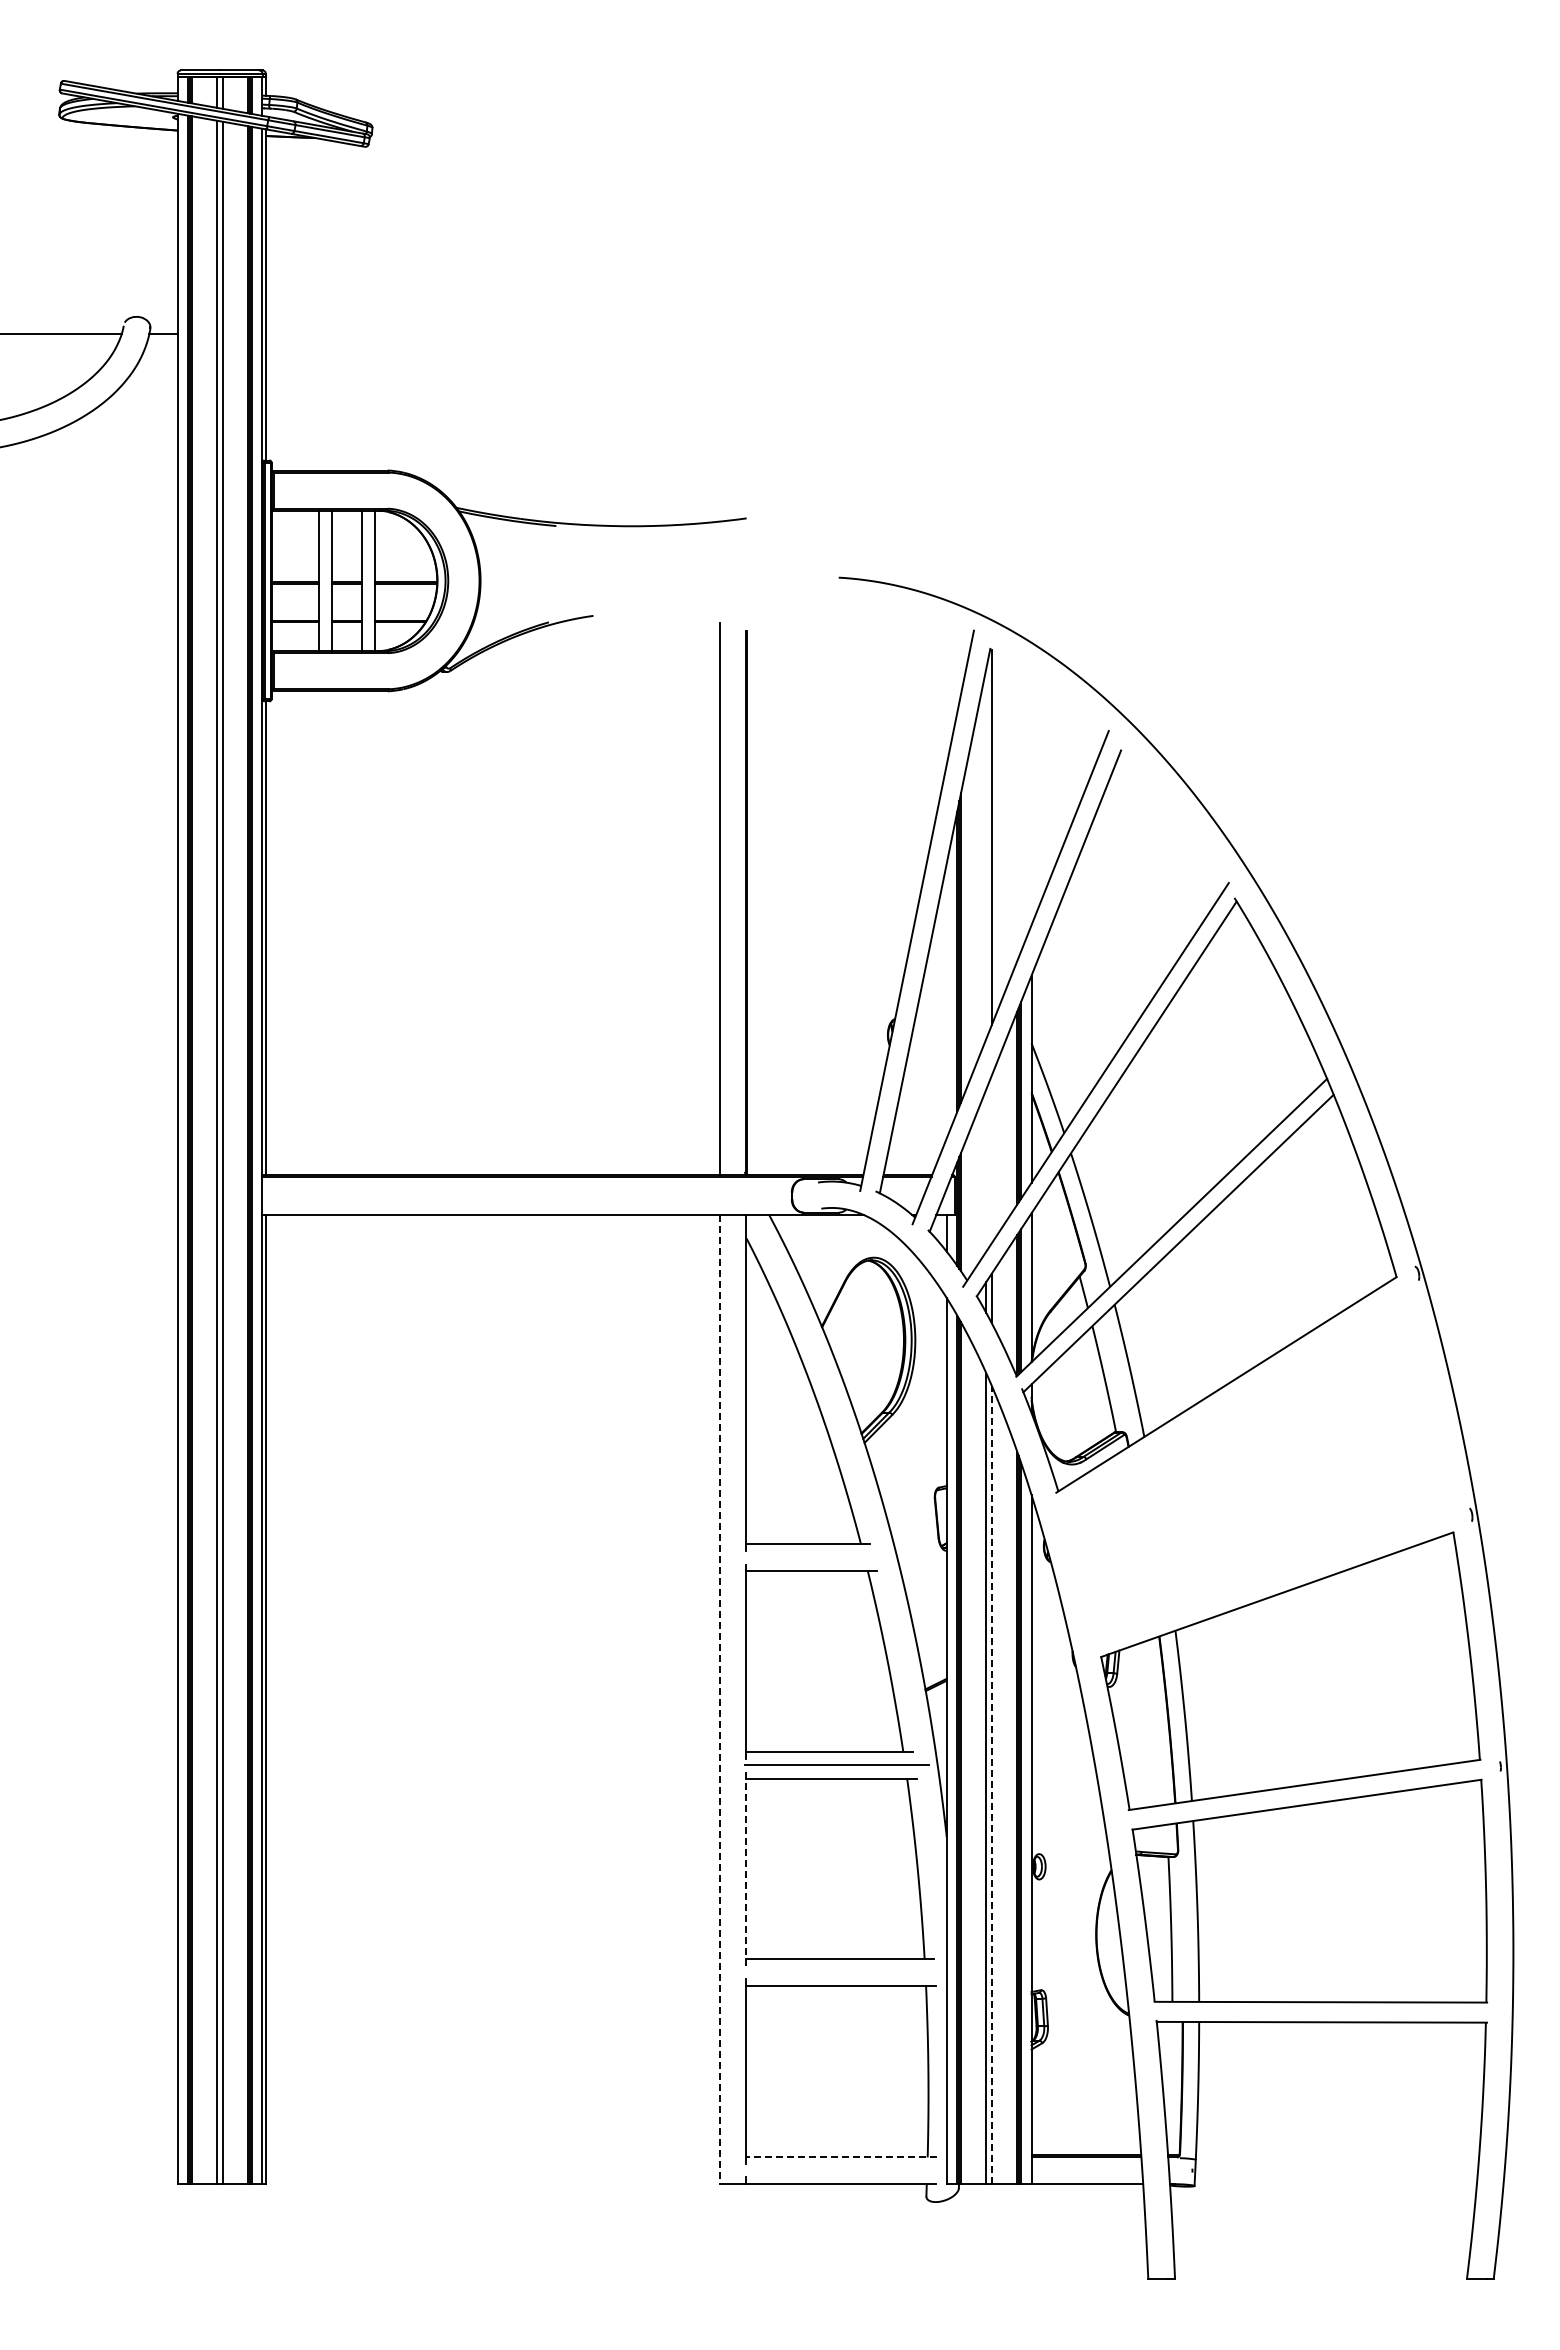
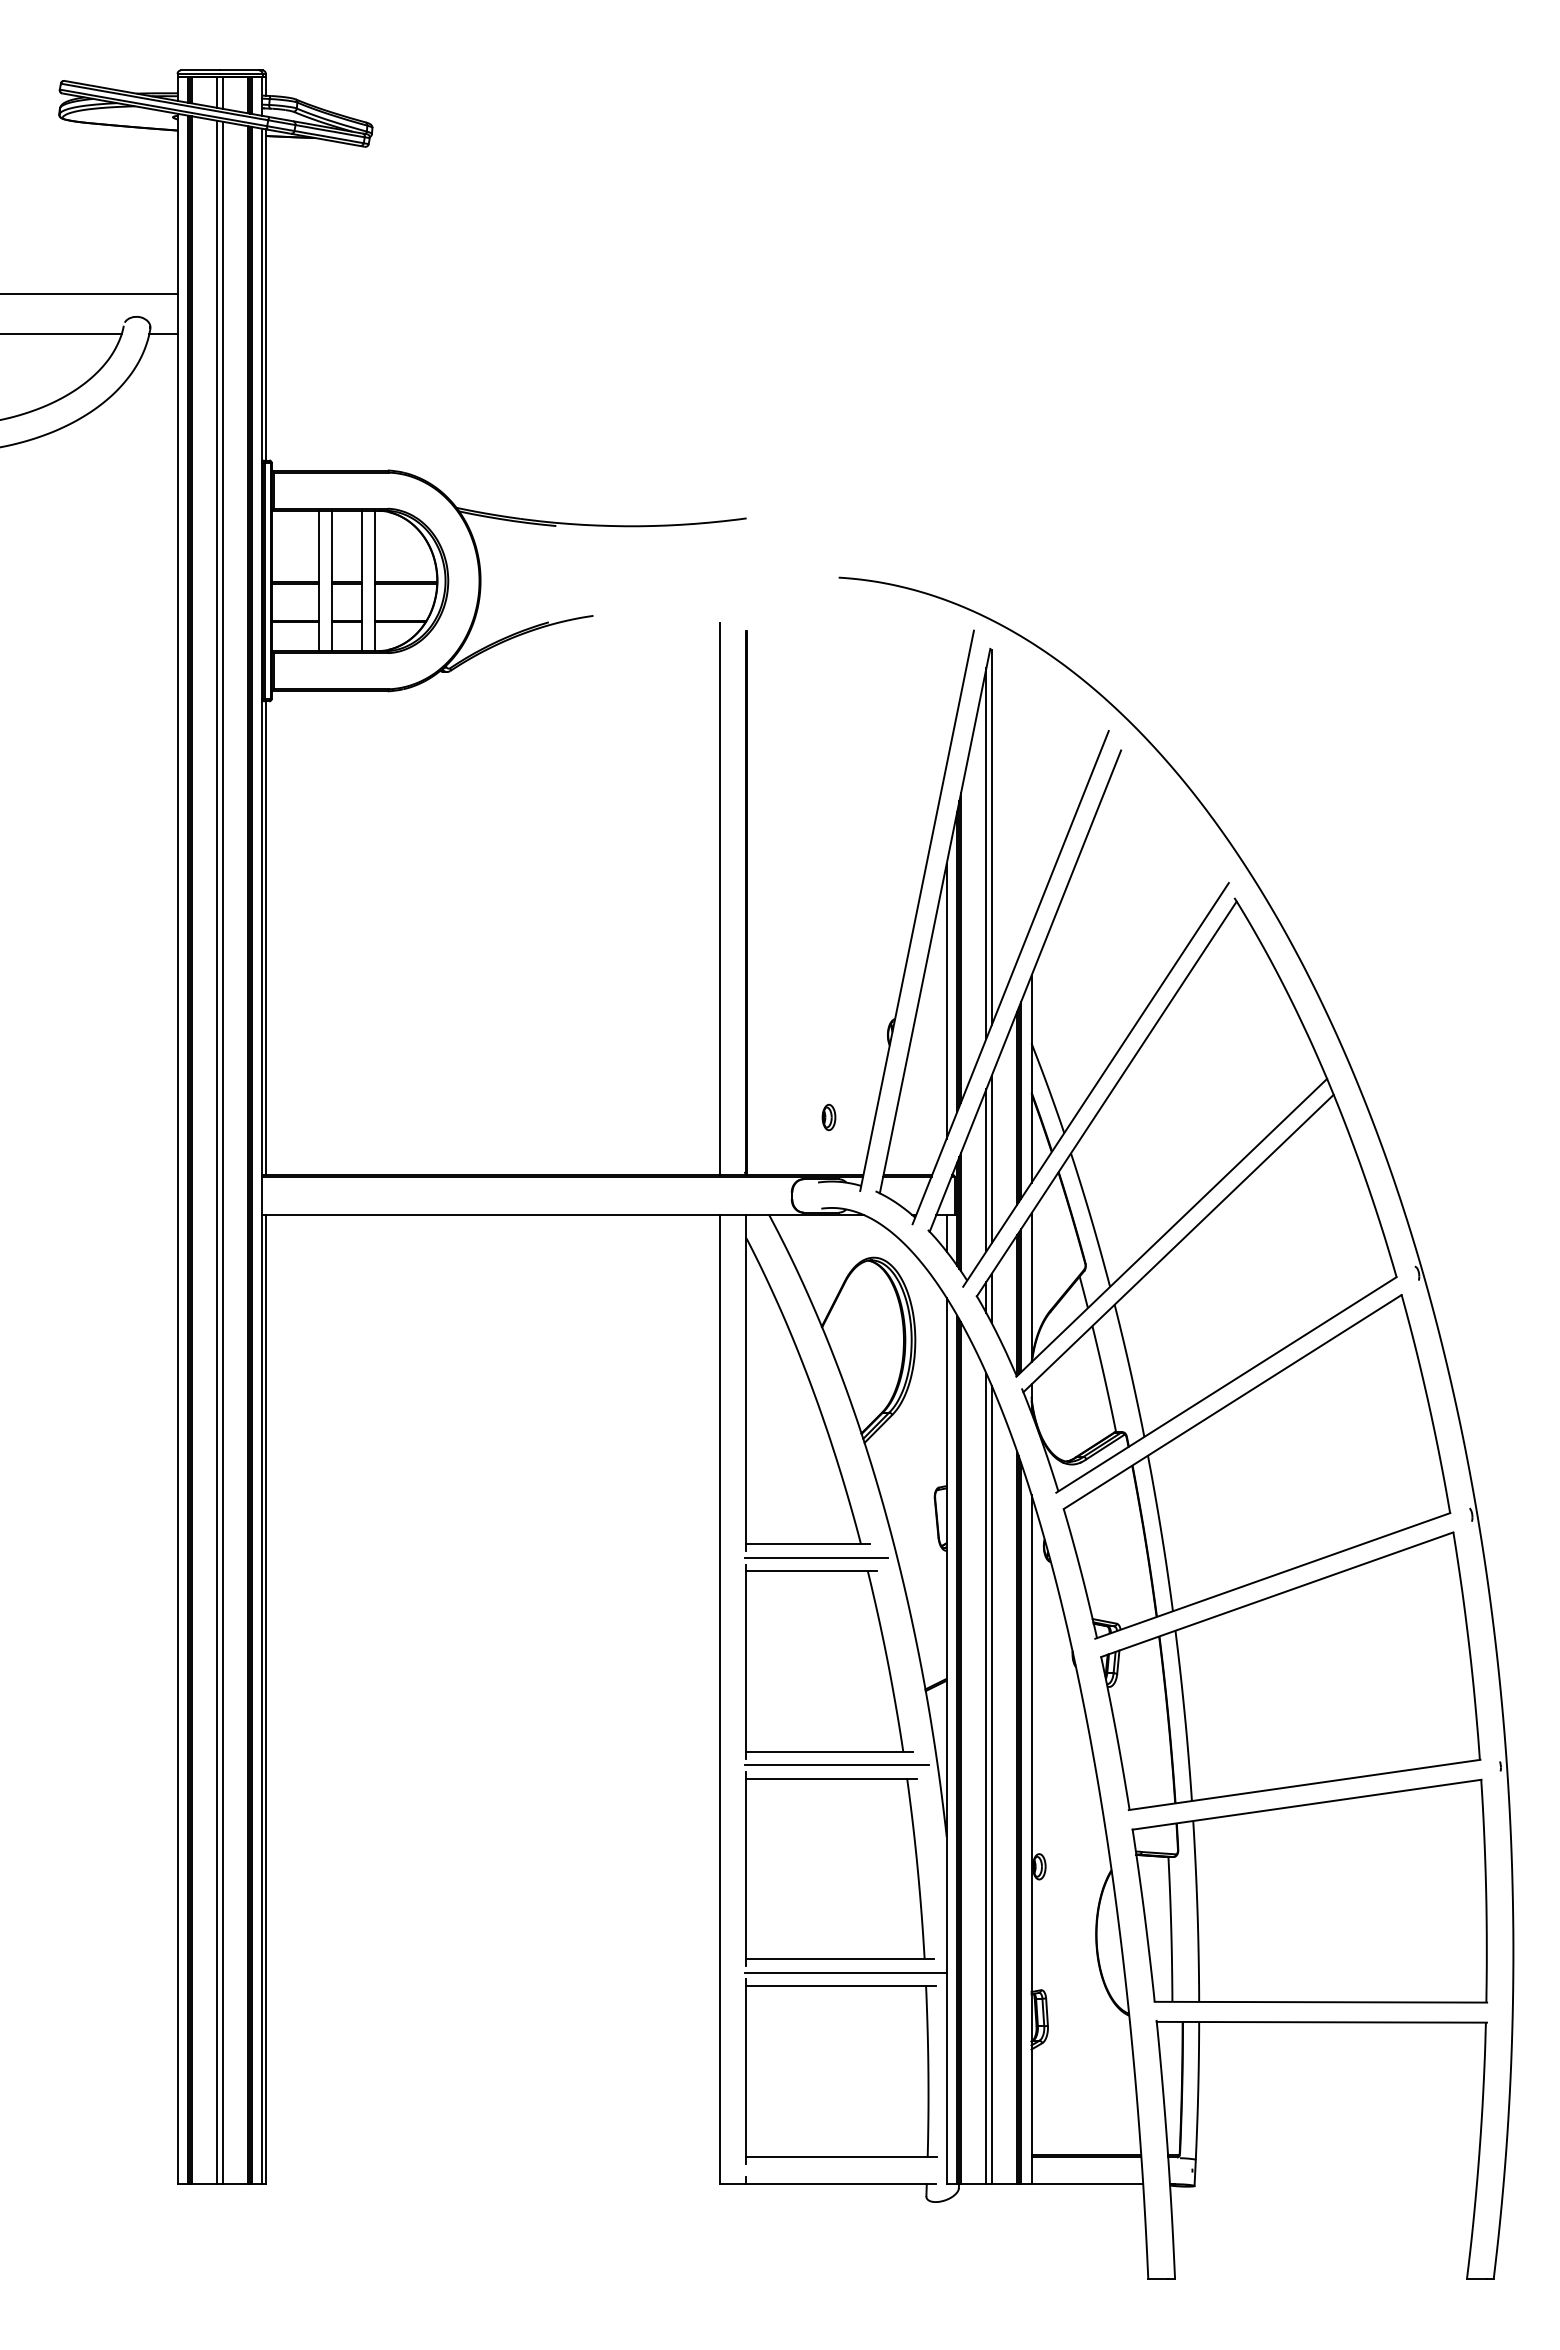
line at (89, 294): none -> present
line at (986, 853): none -> present
line at (946, 1000): none -> present
part at (828, 1117): none -> present
line at (991, 1159): none -> present
line at (986, 1170): none -> present
part at (1256, 1466): none -> present
line at (816, 1557): none -> present
line at (719, 1700): dashed -> solid
line at (991, 1784): dashed -> solid
line at (746, 1868): dashed -> solid
line at (845, 1972): none -> present
line at (841, 2157): dashed -> solid
